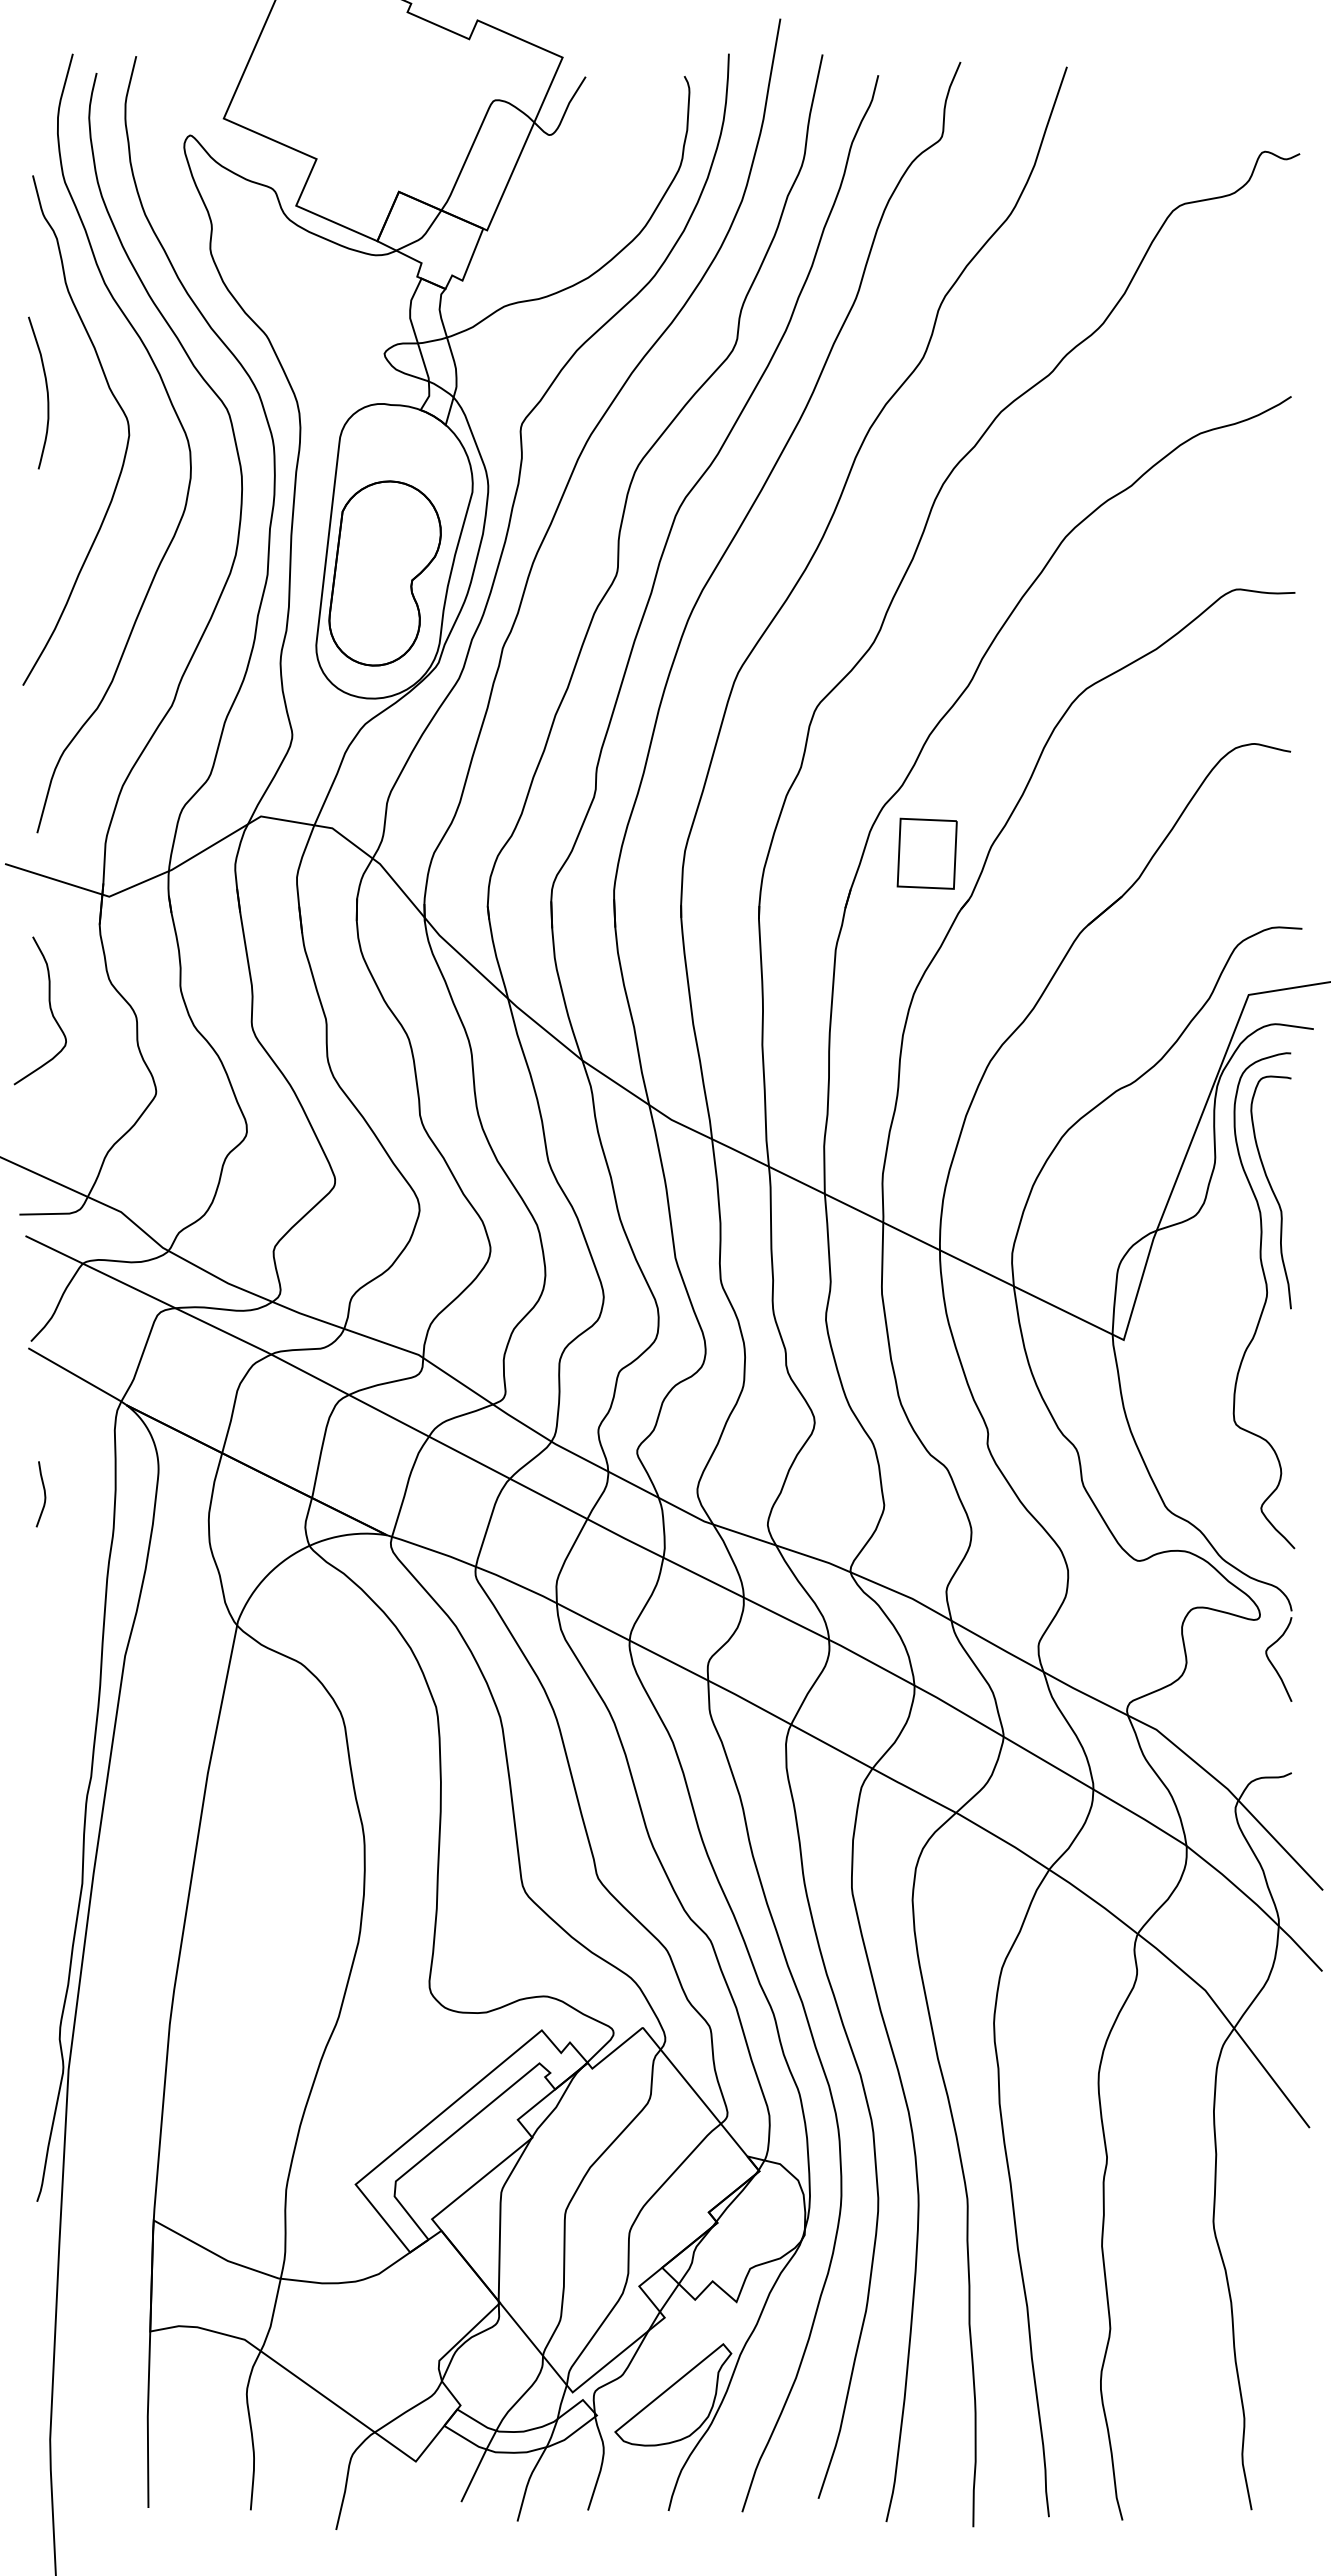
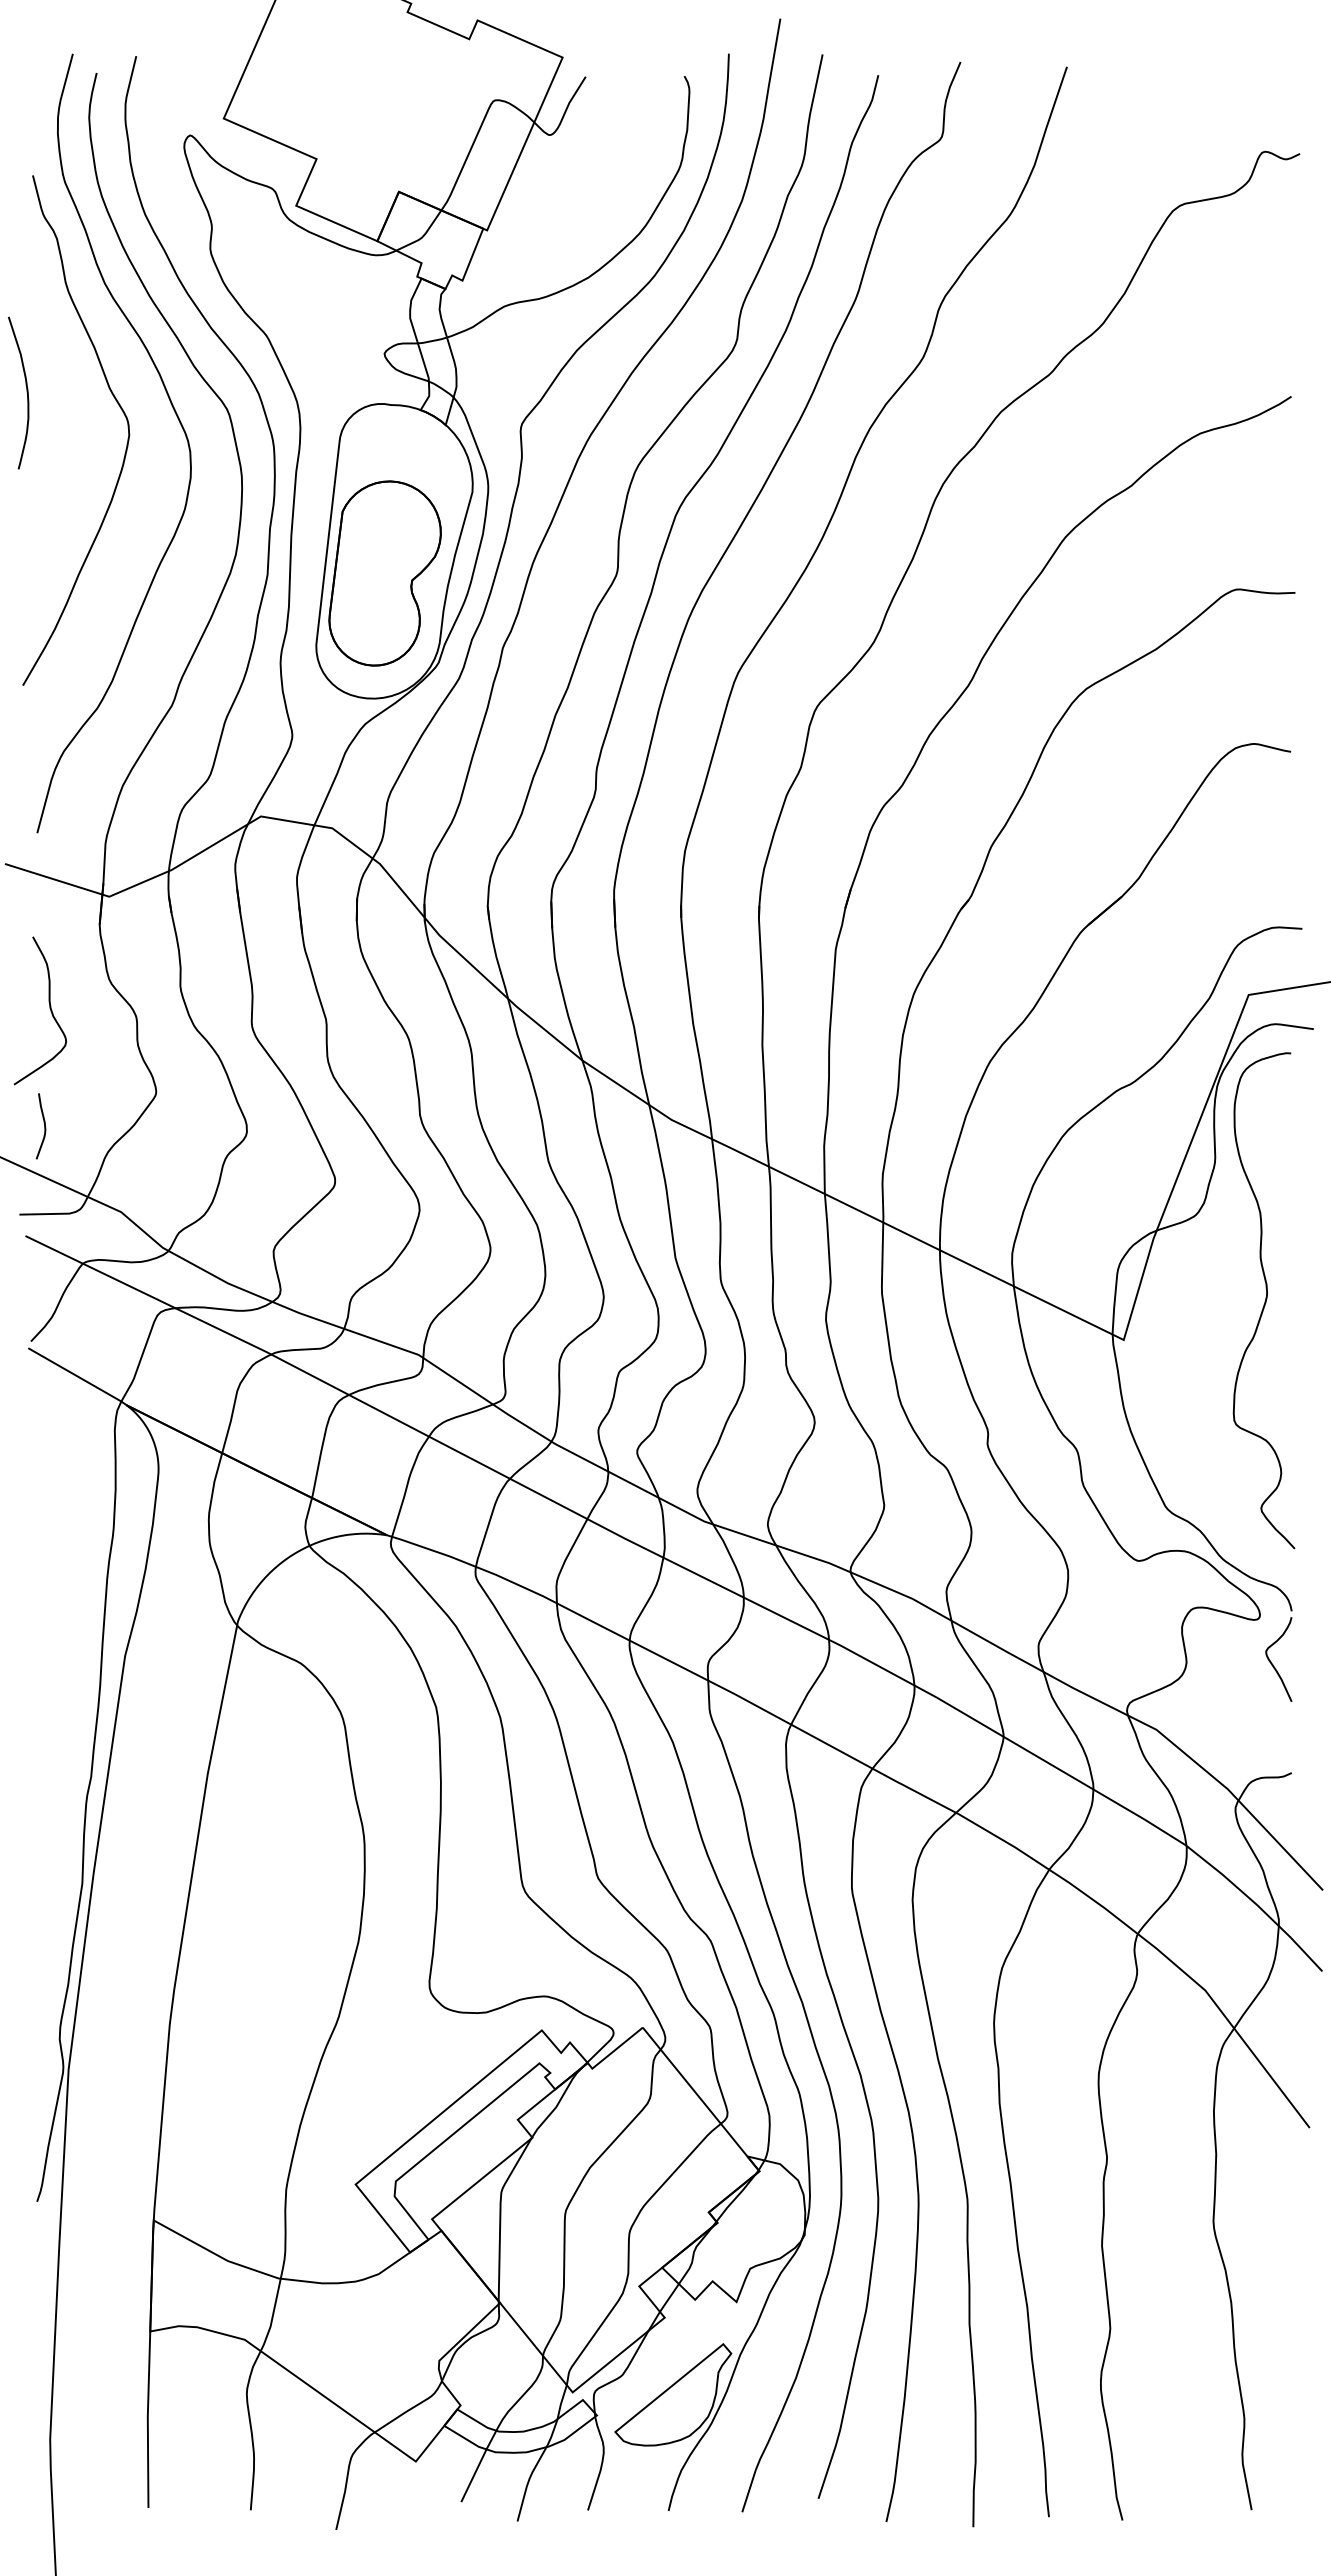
curve at (46, 392) position: (46, 392) -> (26, 392)
part at (926, 853): present -> none
curve at (1272, 1192): present -> none
curve at (44, 1494) position: (44, 1494) -> (44, 1126)
